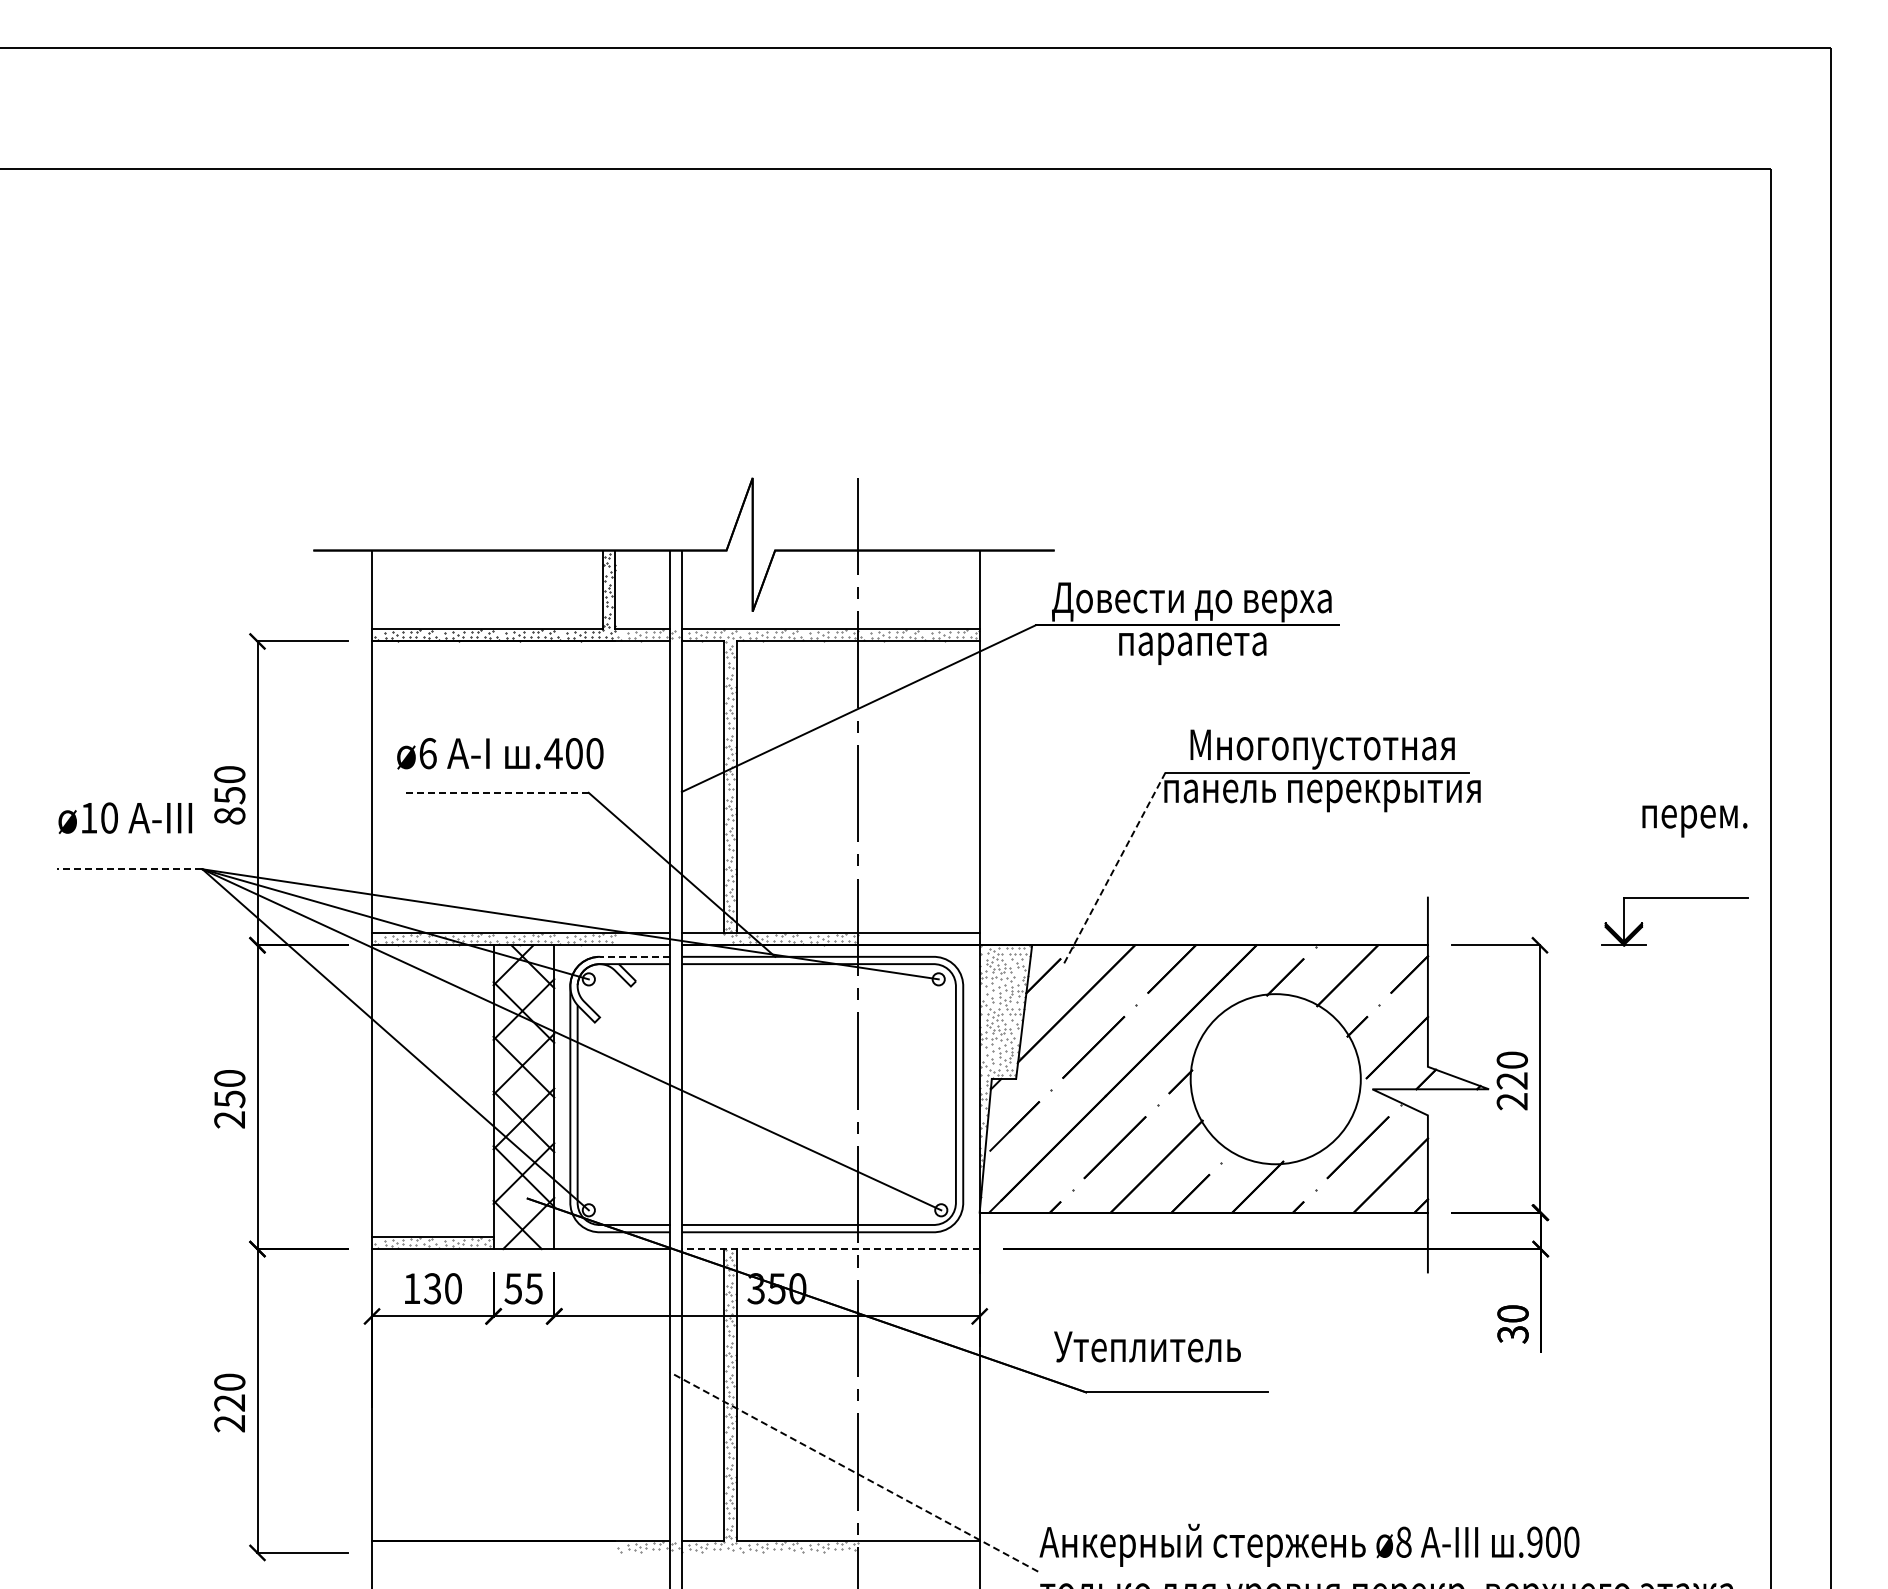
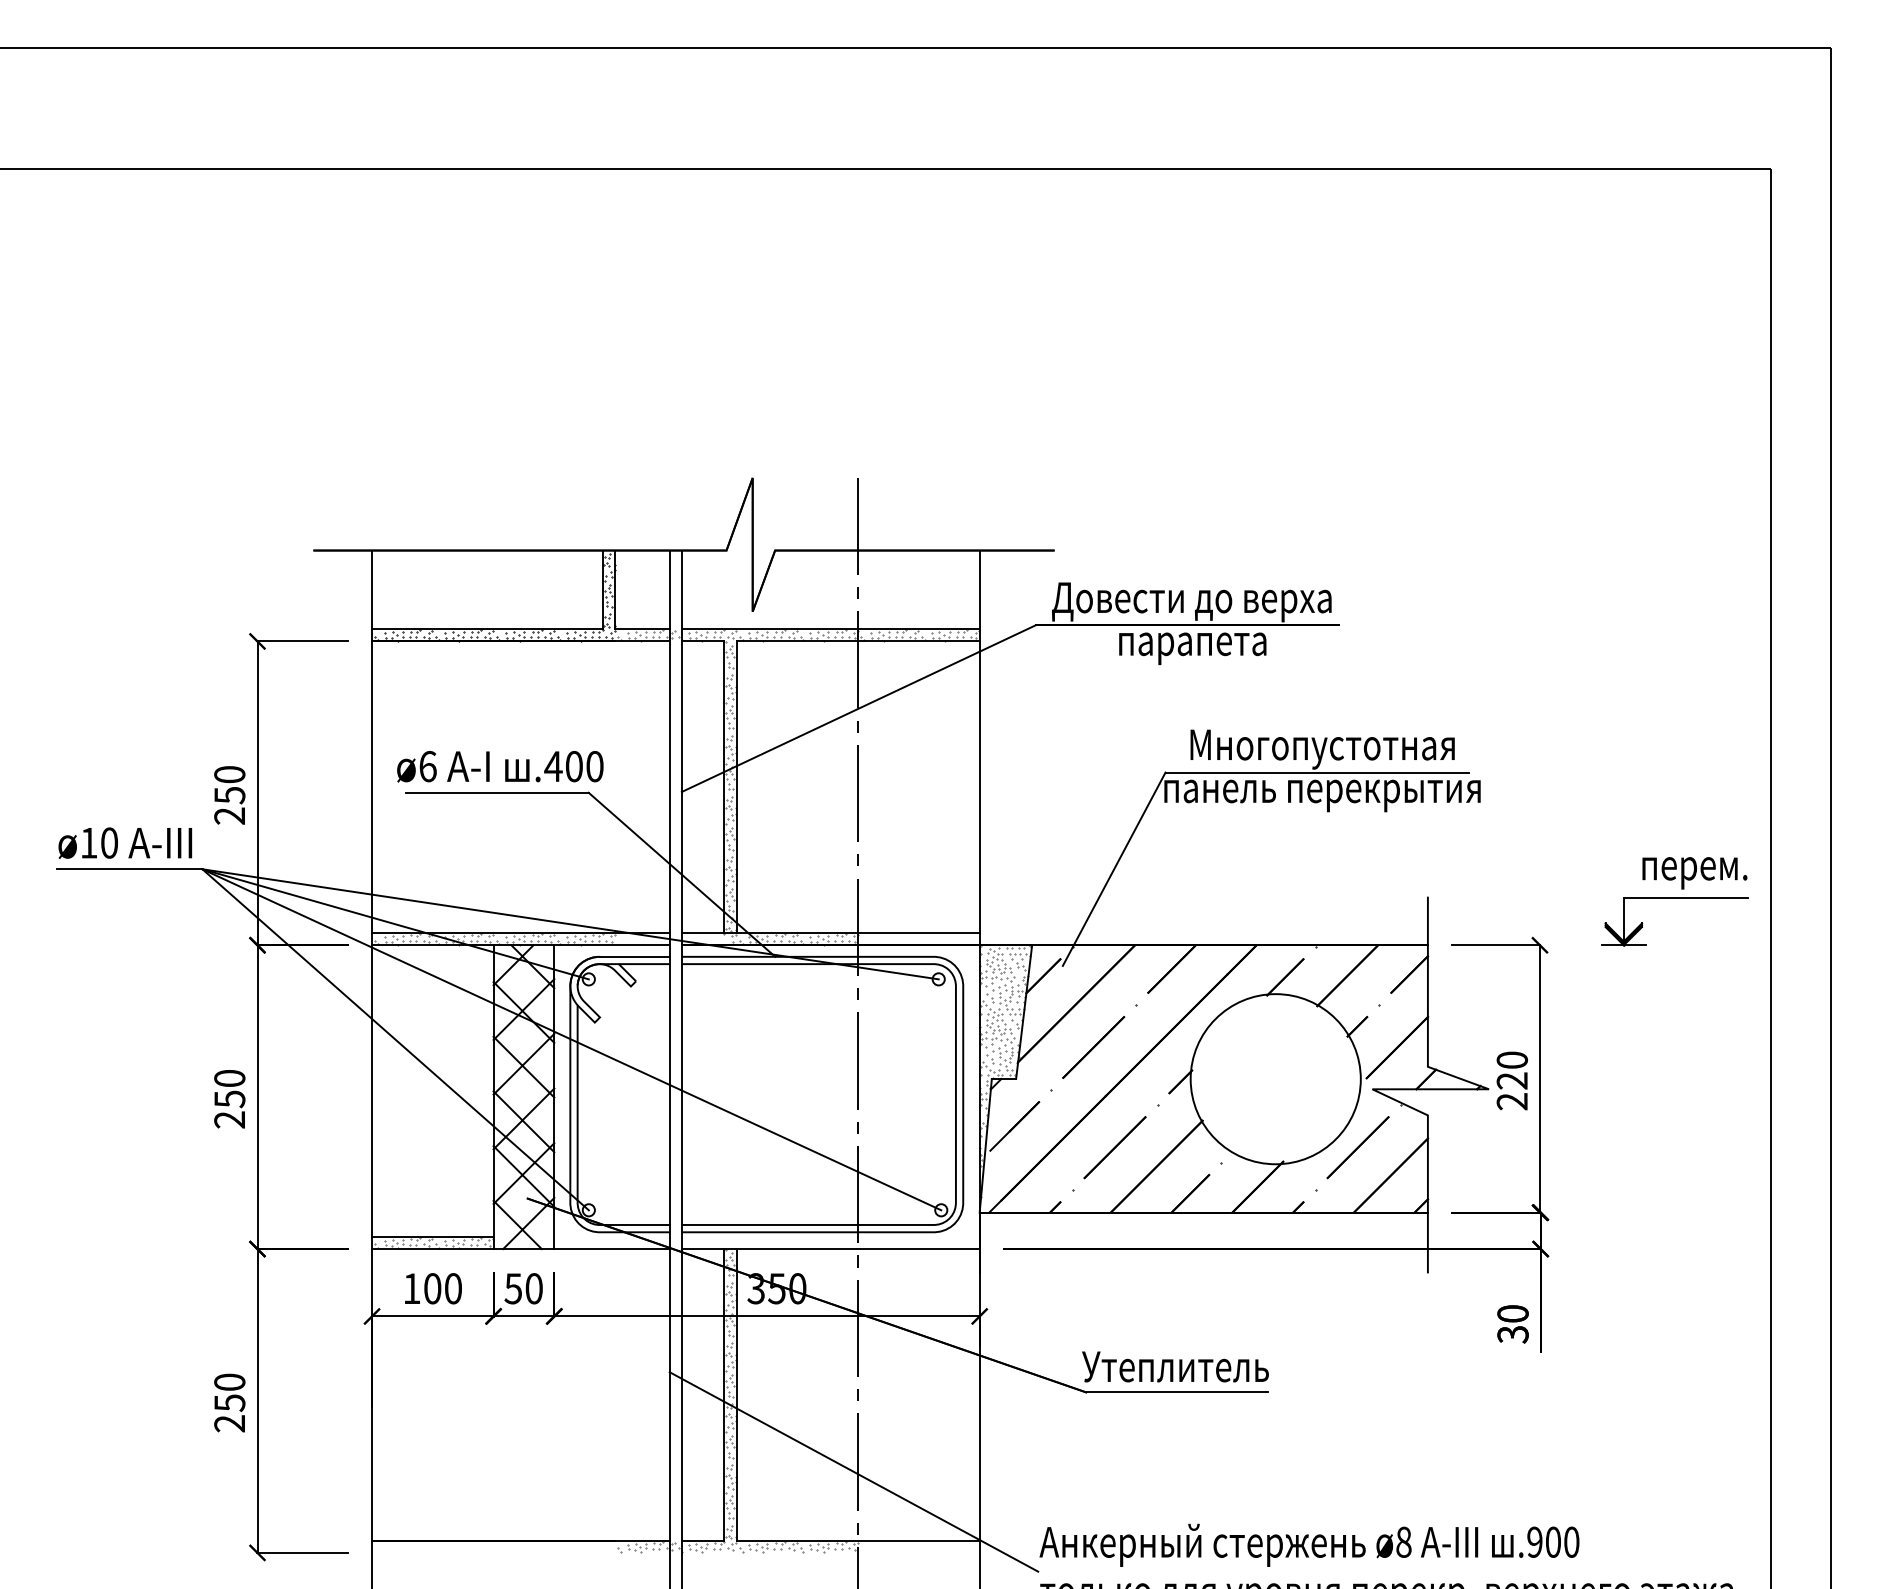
text at (500, 753) position: (500, 753) -> (500, 766)
line at (497, 792): dashed -> solid
text at (229, 815): 850 -> 250
text at (125, 817) position: (125, 817) -> (125, 842)
text at (1694, 821) position: (1694, 821) -> (1694, 873)
line at (129, 869): dashed -> solid
line at (1113, 869): dashed -> solid
line at (634, 956): dashed -> solid
line at (830, 1249): dashed -> solid
text at (432, 1288): 130 -> 100
text at (533, 1288): 55 -> 50
text at (1147, 1346) position: (1147, 1346) -> (1175, 1366)
text at (229, 1403): 220 -> 250
line at (853, 1471): dashed -> solid
